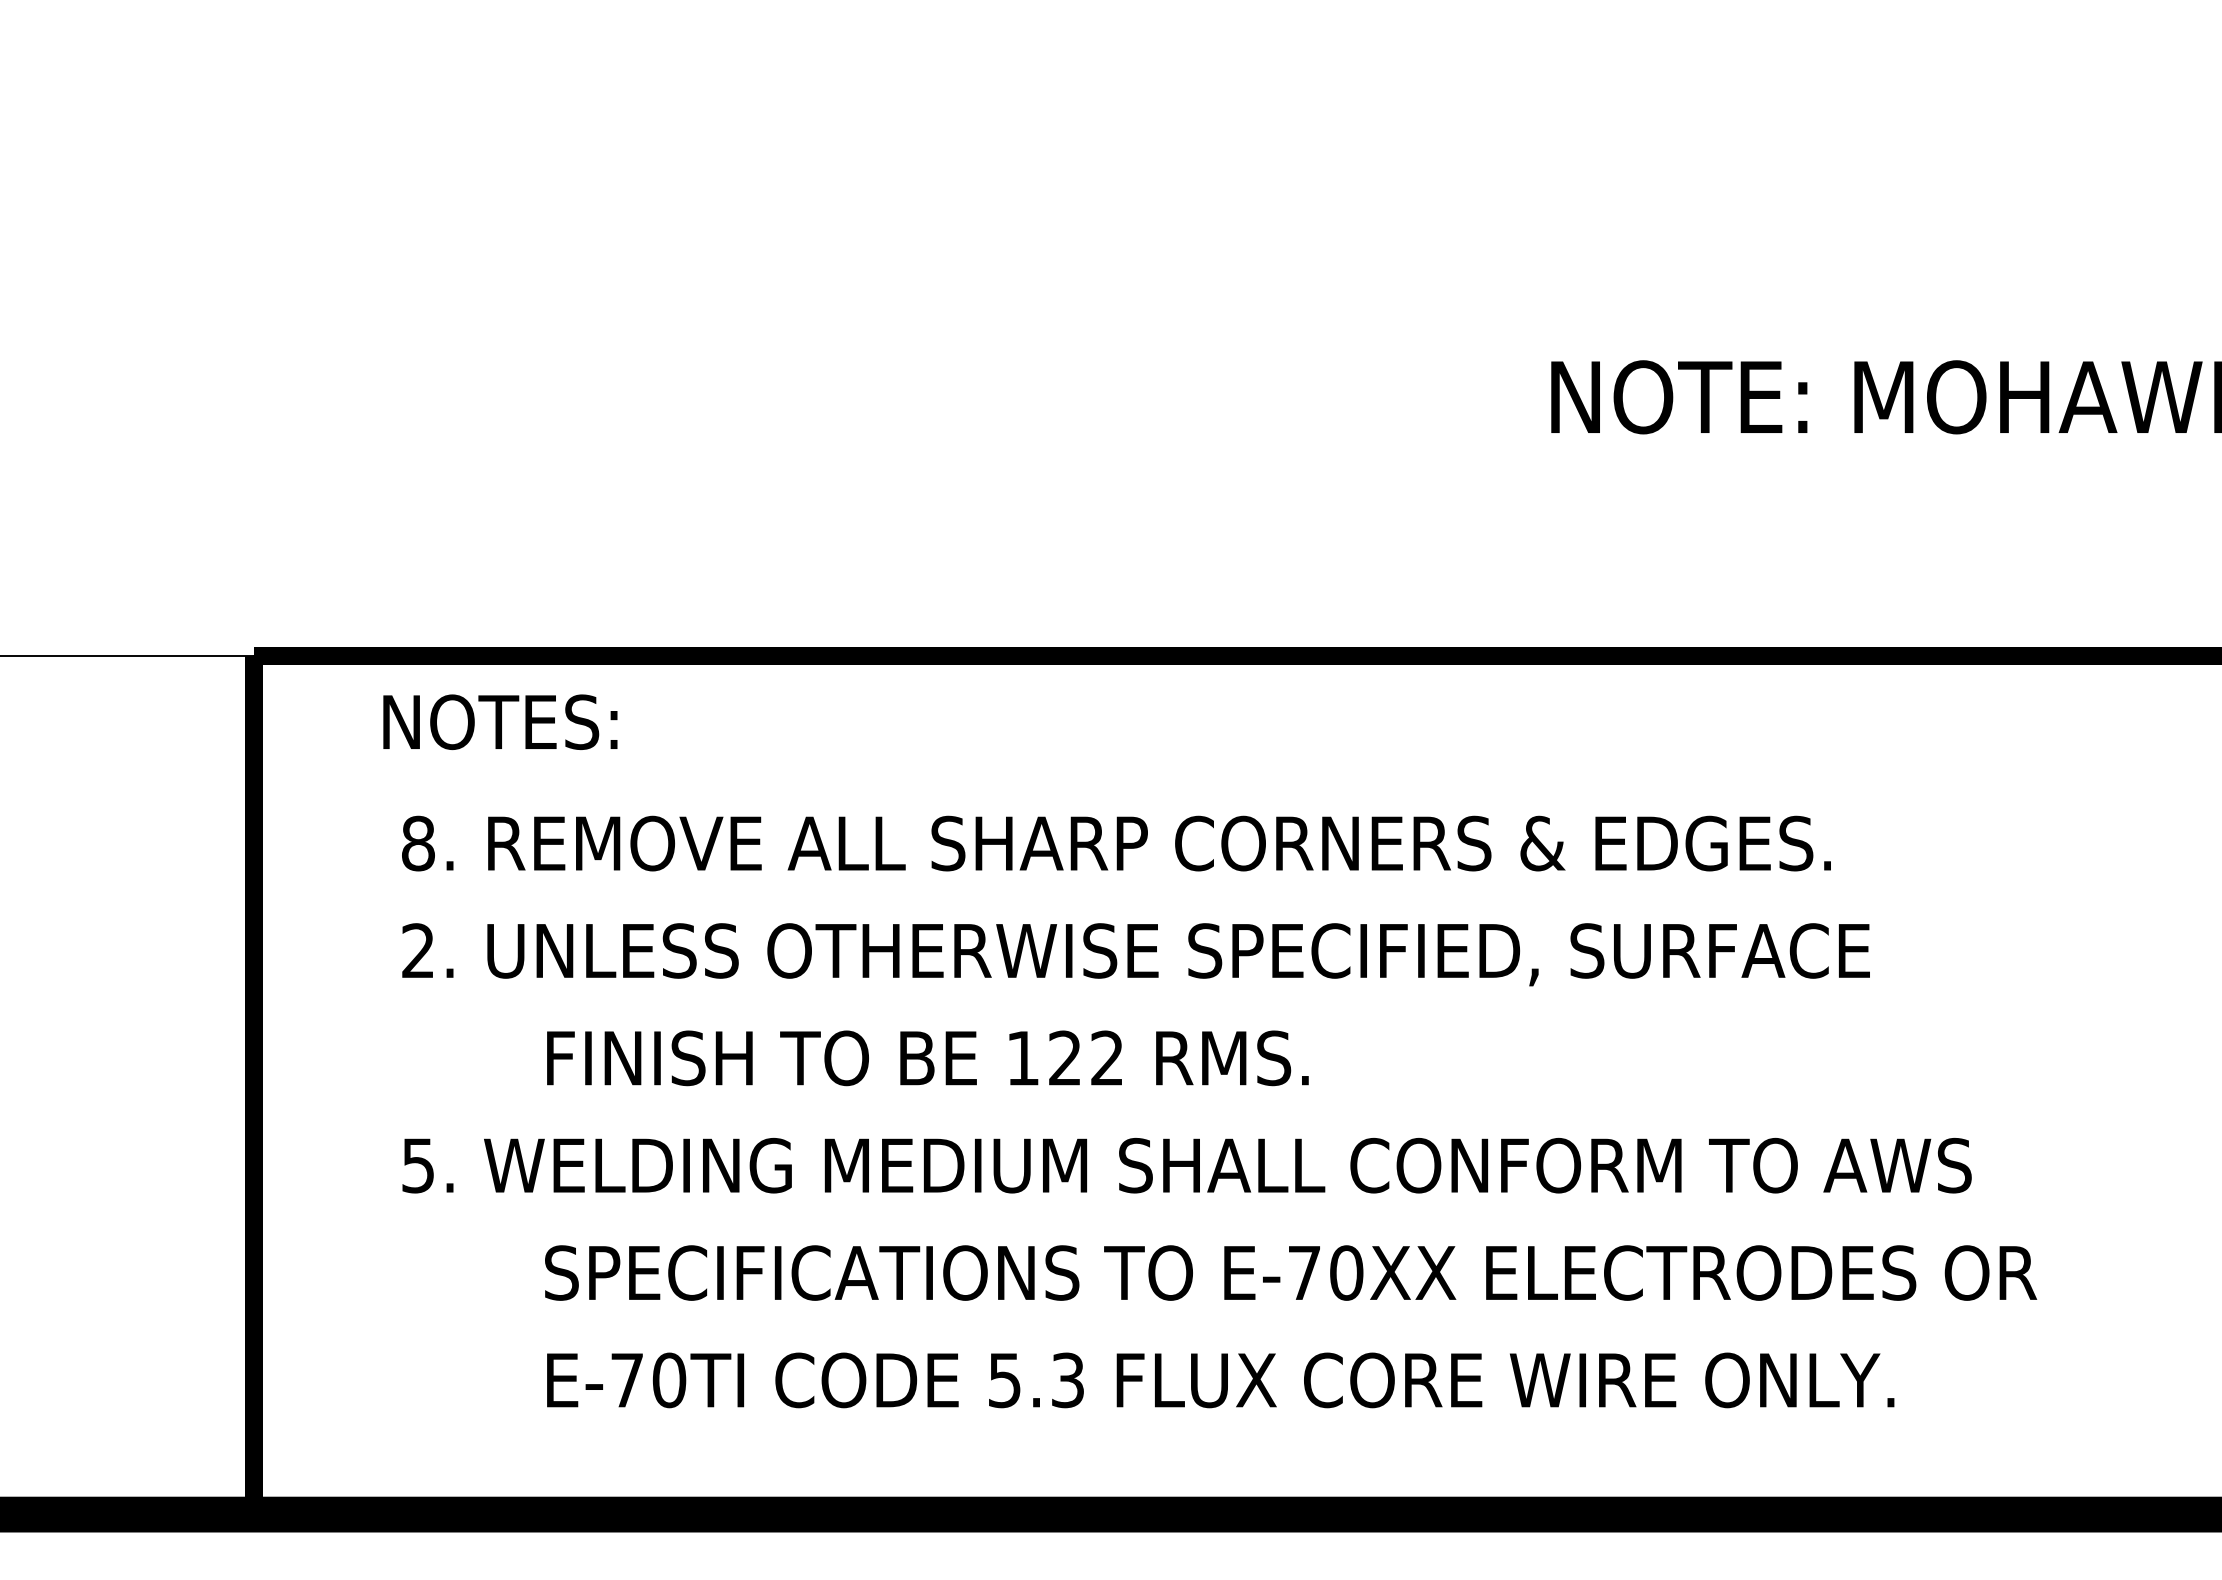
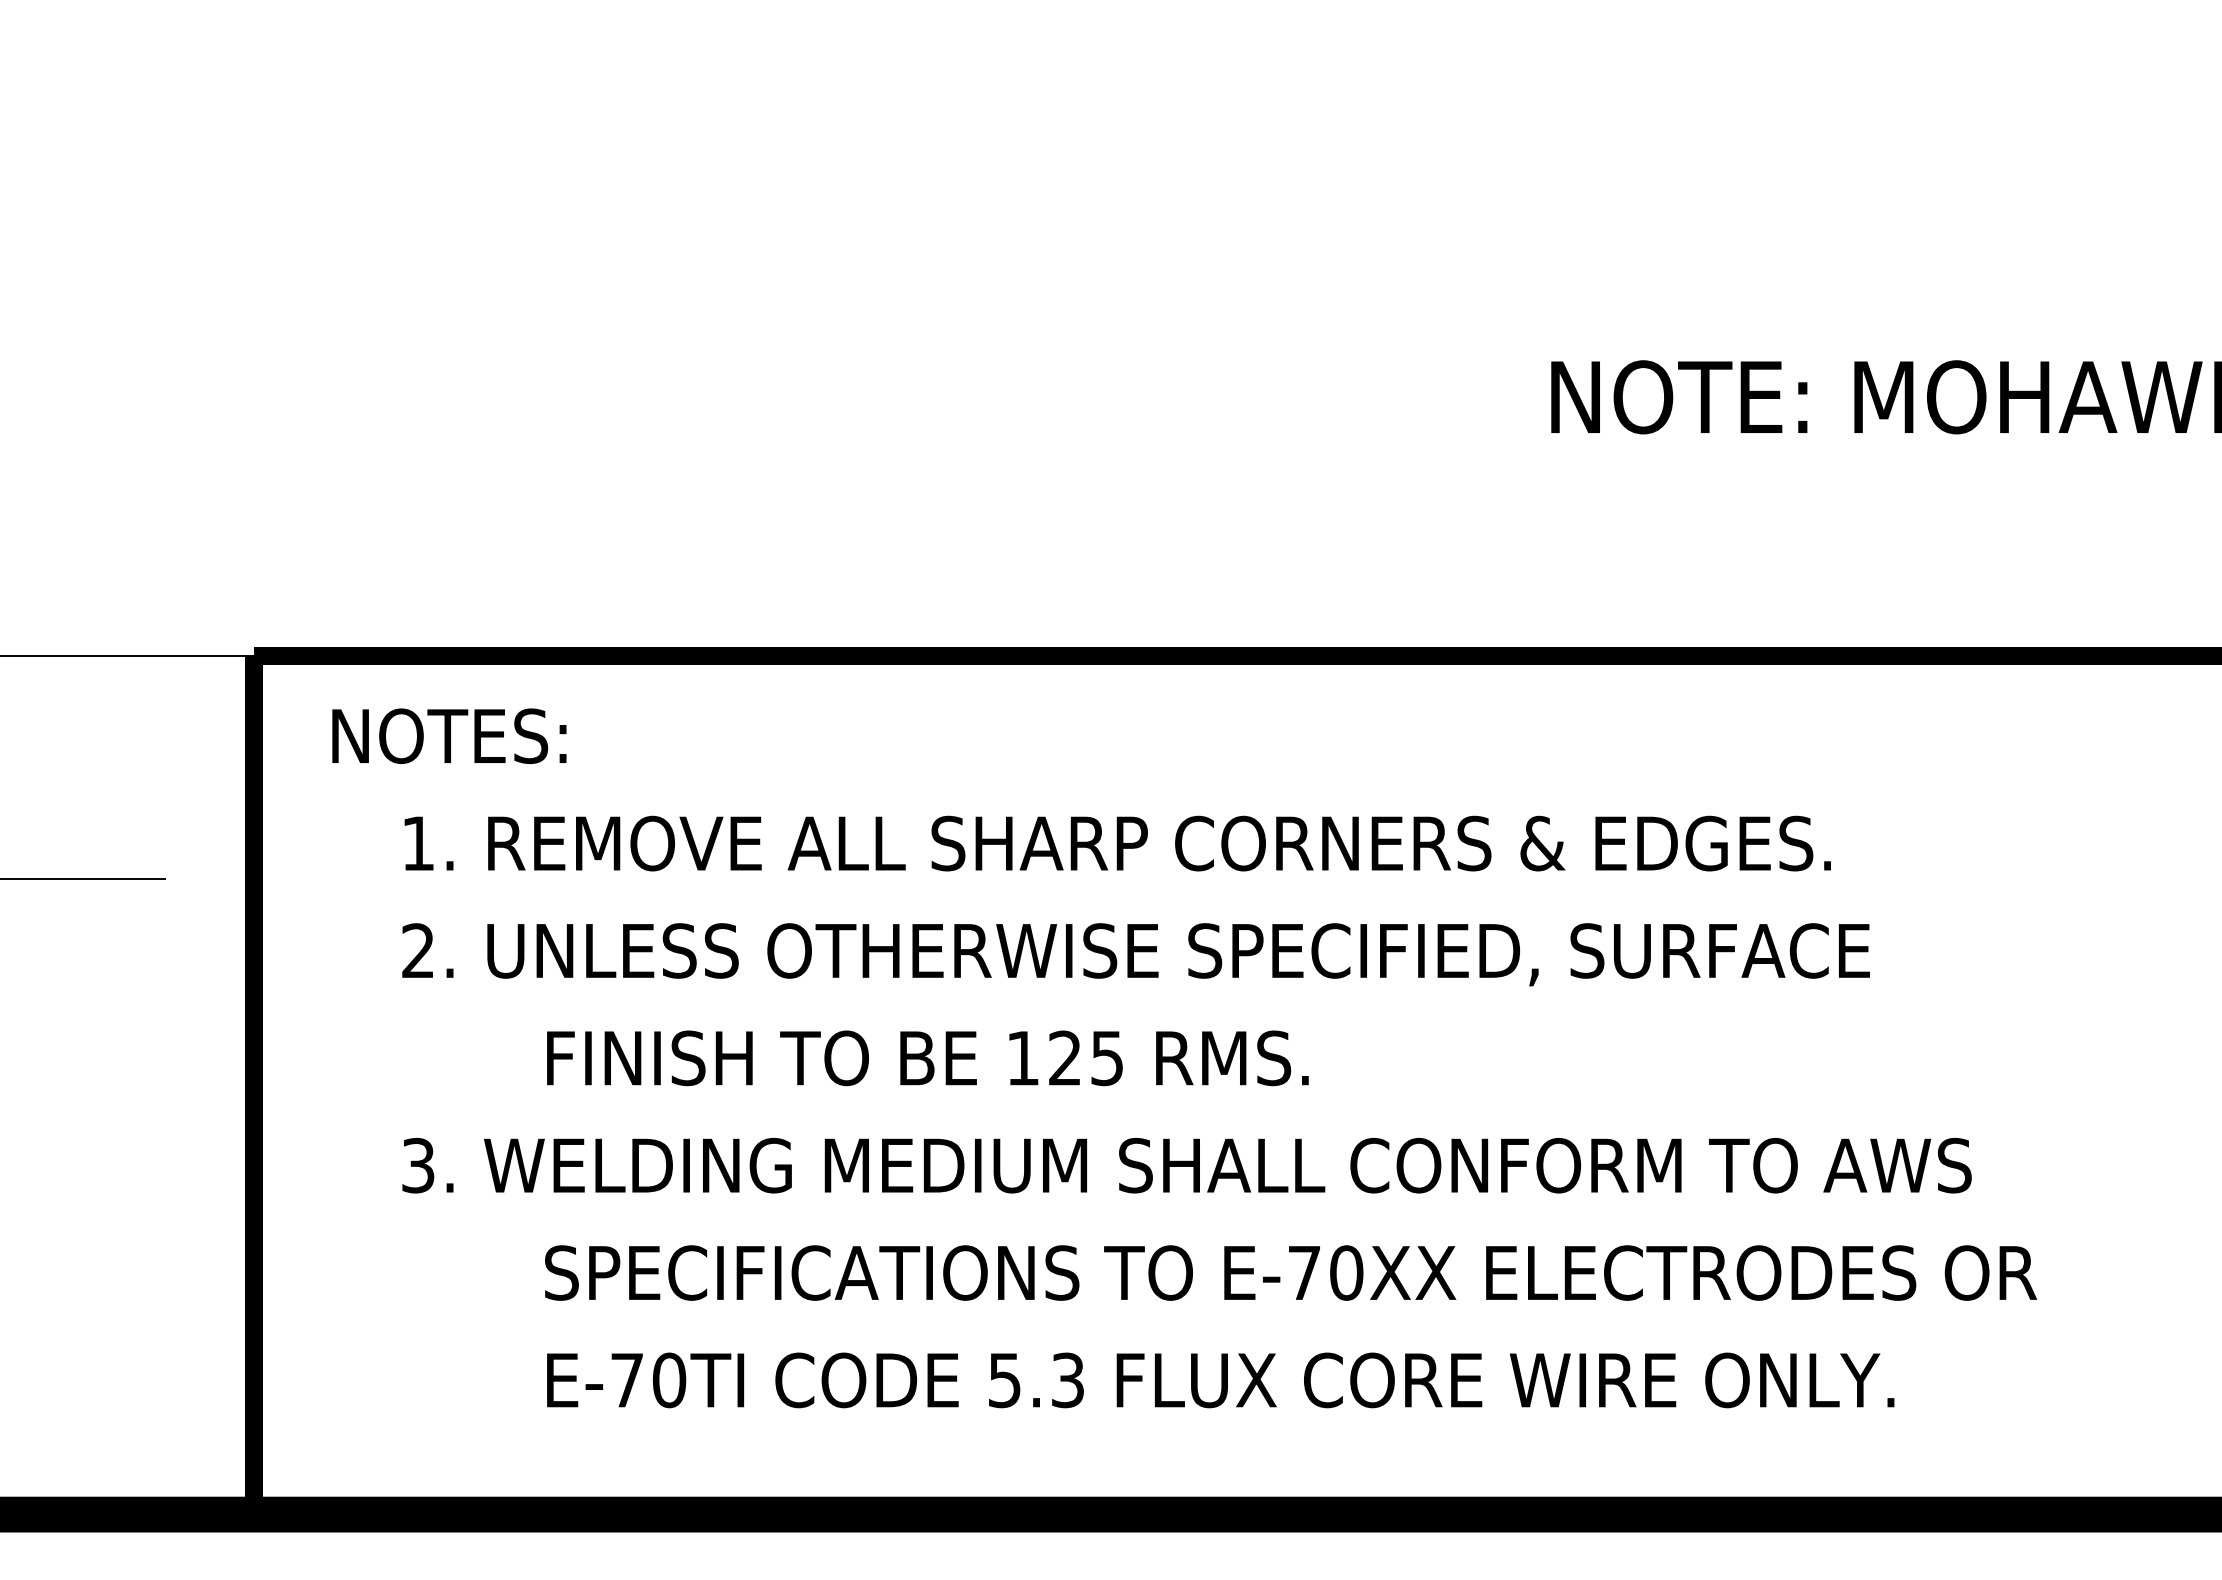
text at (500, 721) position: (500, 721) -> (449, 735)
text at (418, 843): 8. -> 1.
line at (83, 879): none -> present
text at (1106, 1058): 122 -> 125
text at (418, 1164): 5. -> 3.
